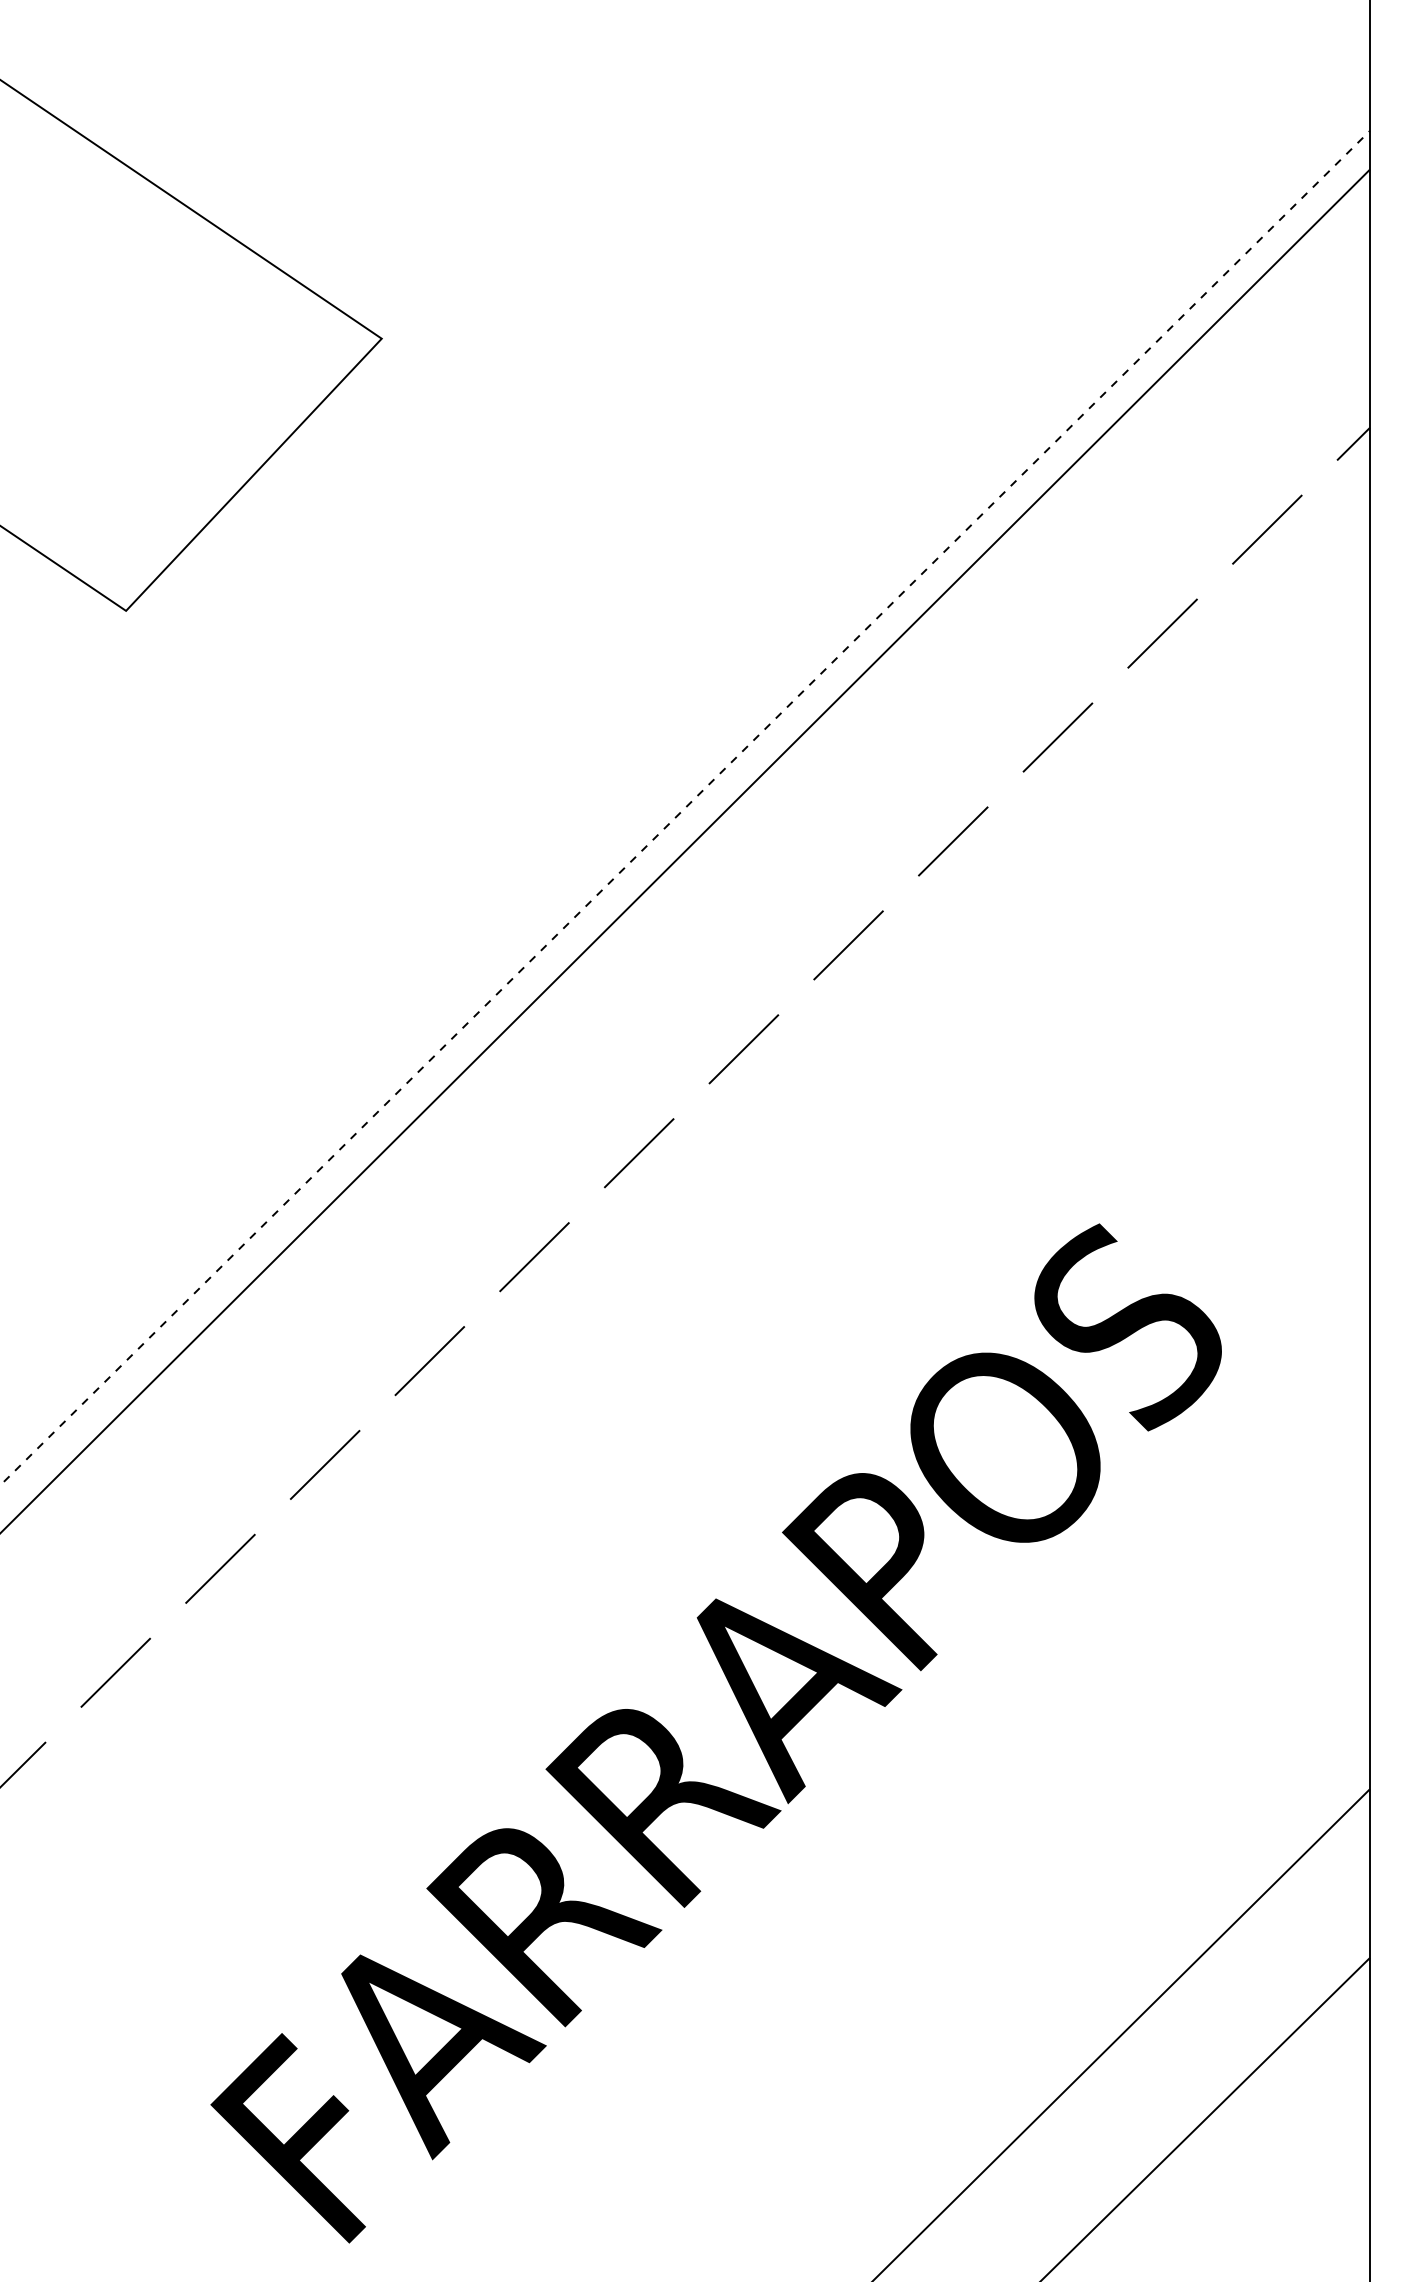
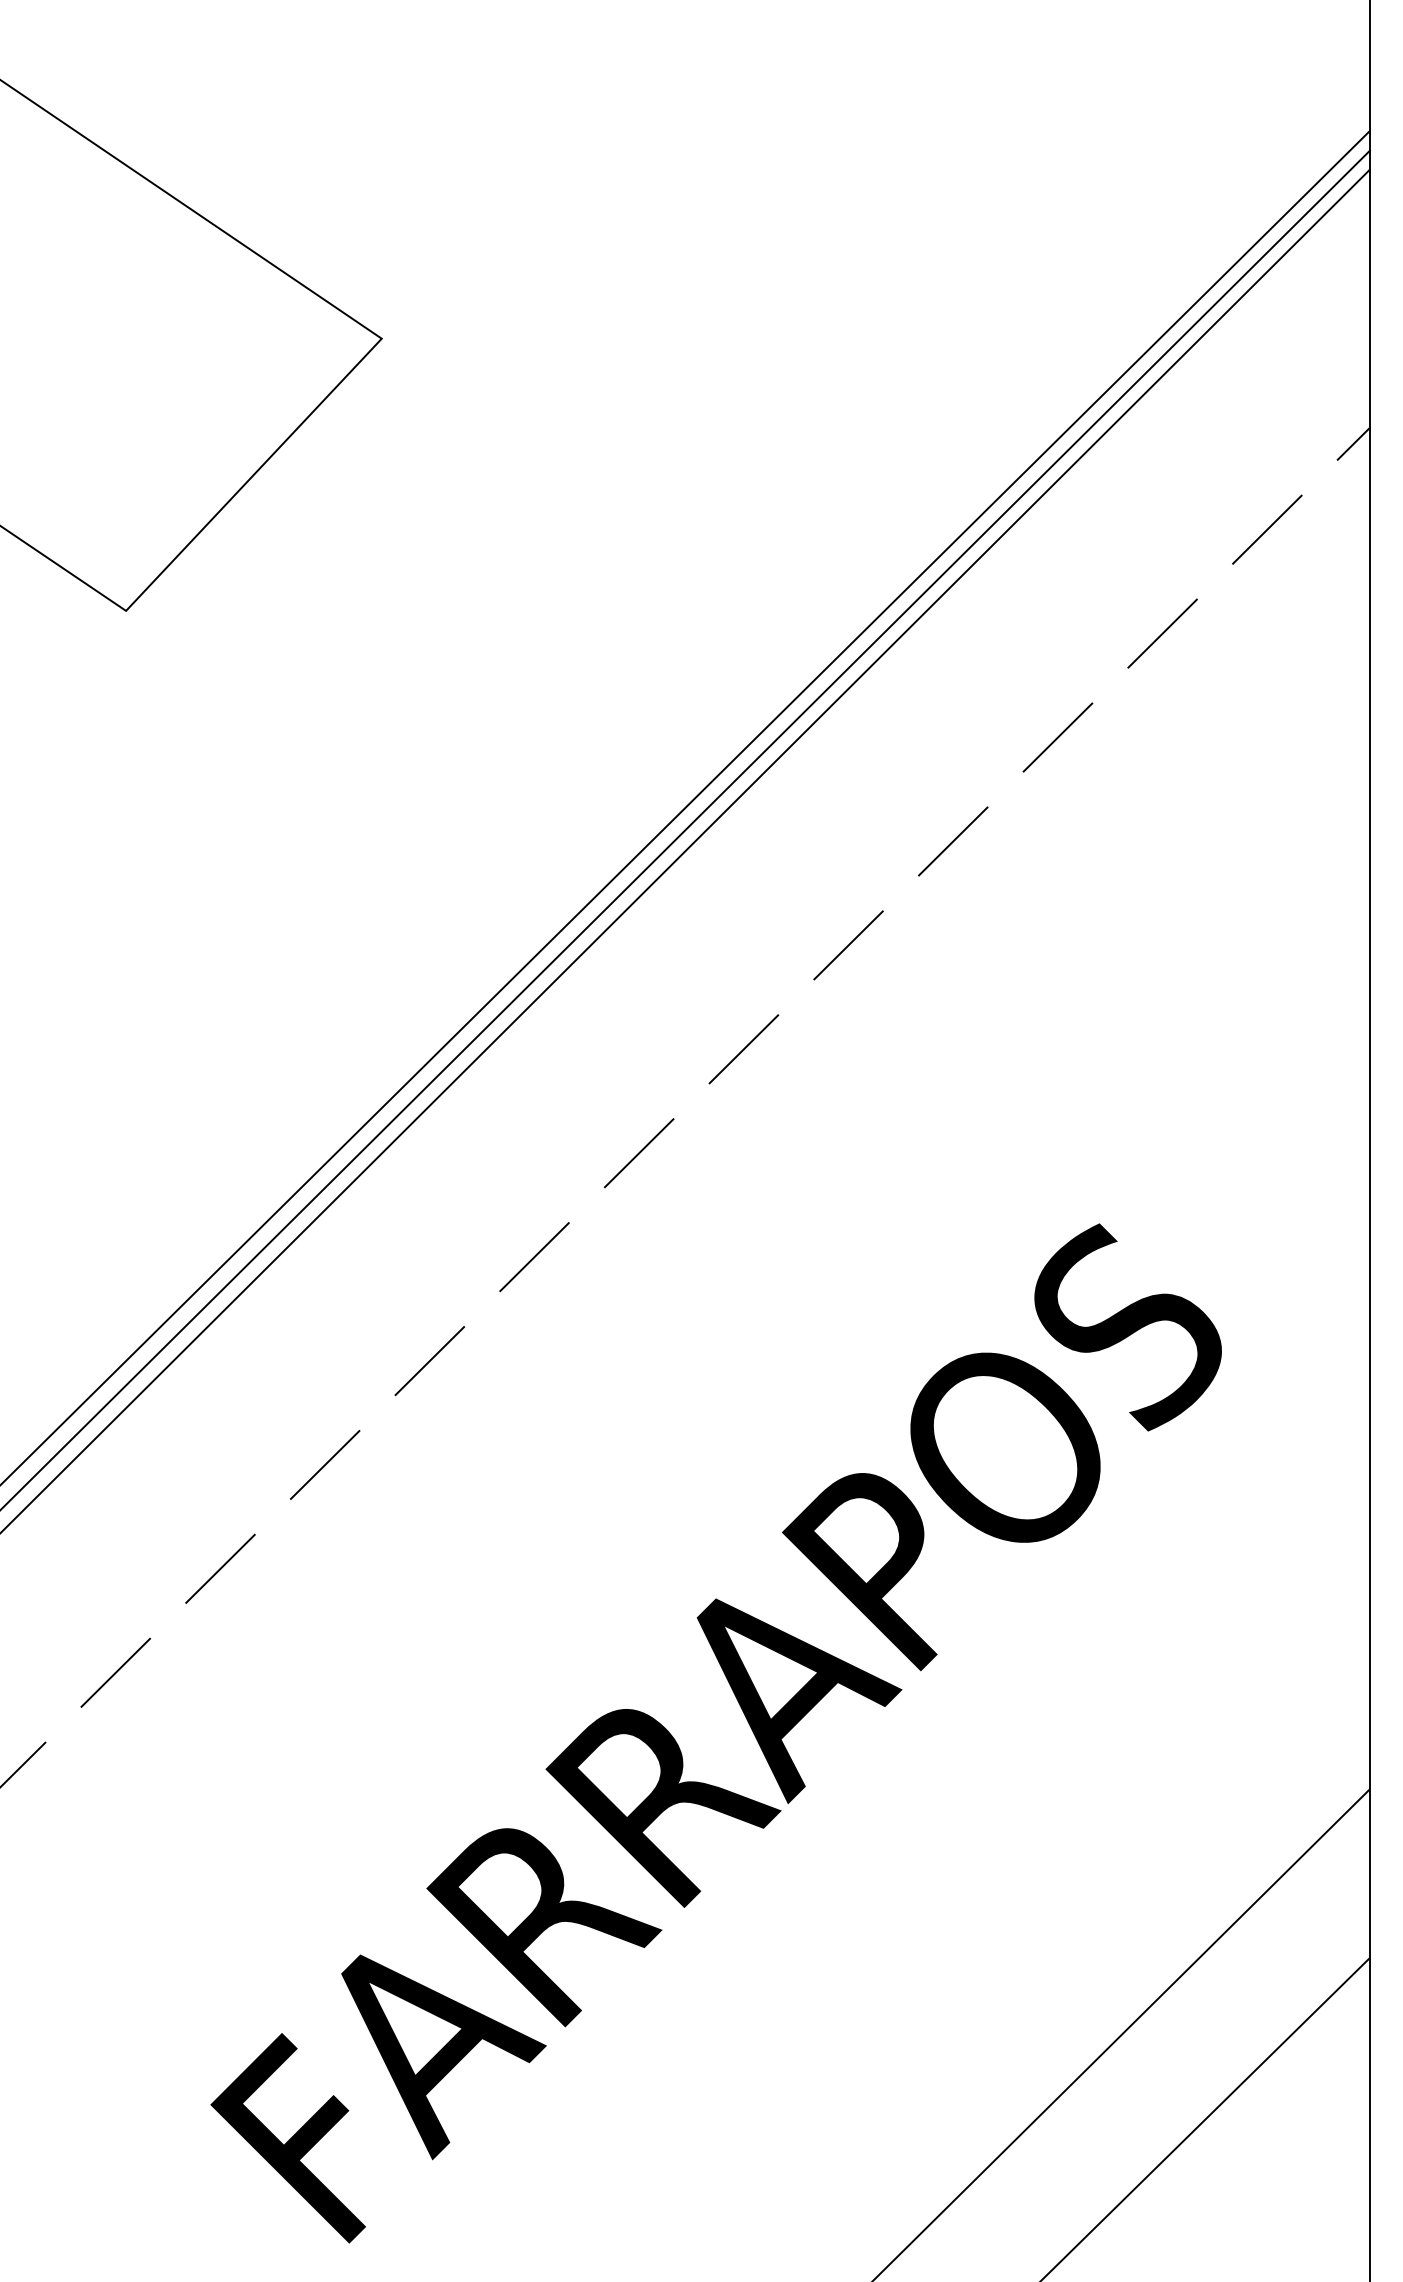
line at (685, 808): dashed -> solid
line at (685, 829): none -> present
